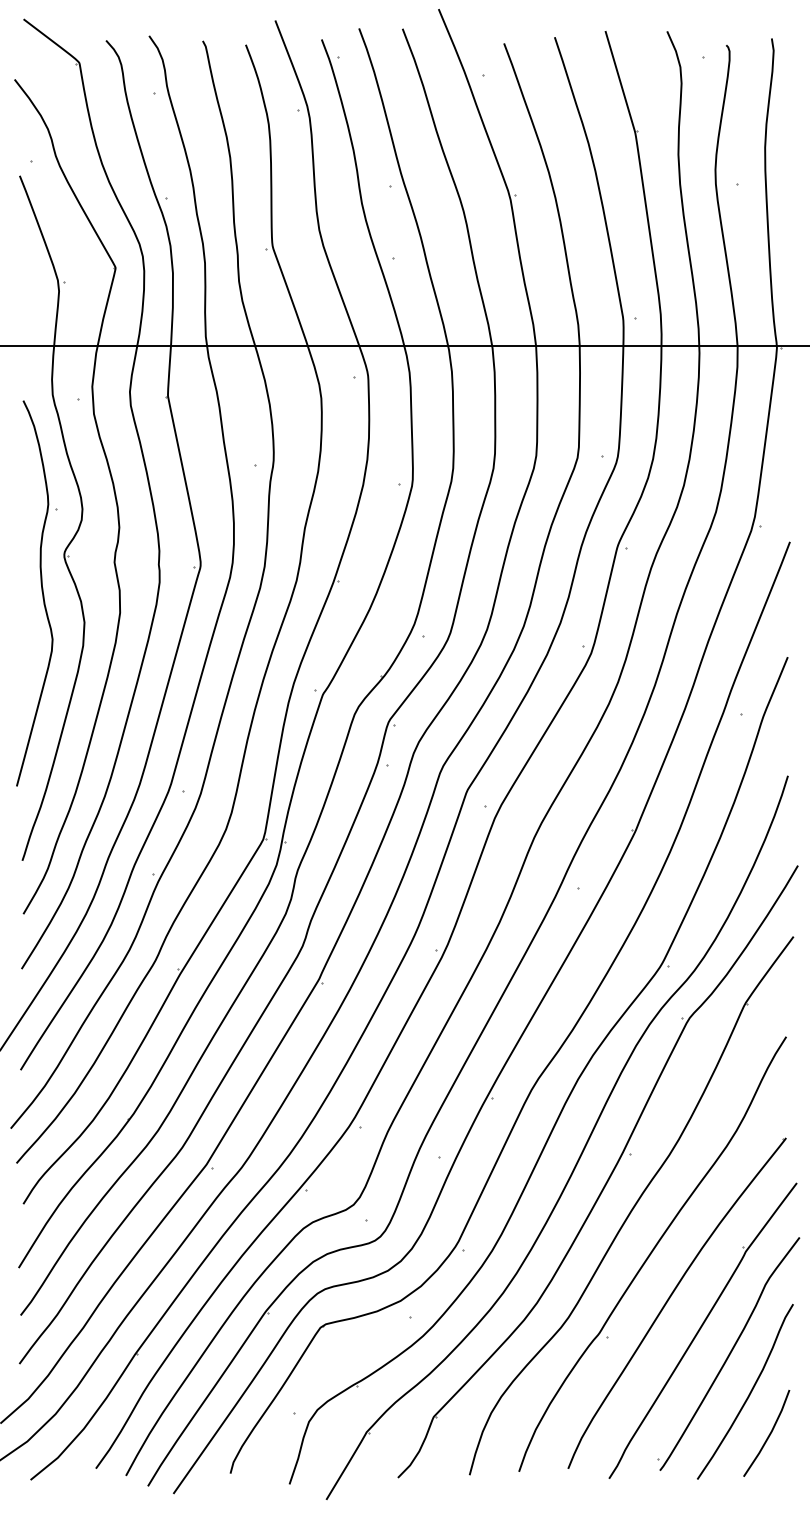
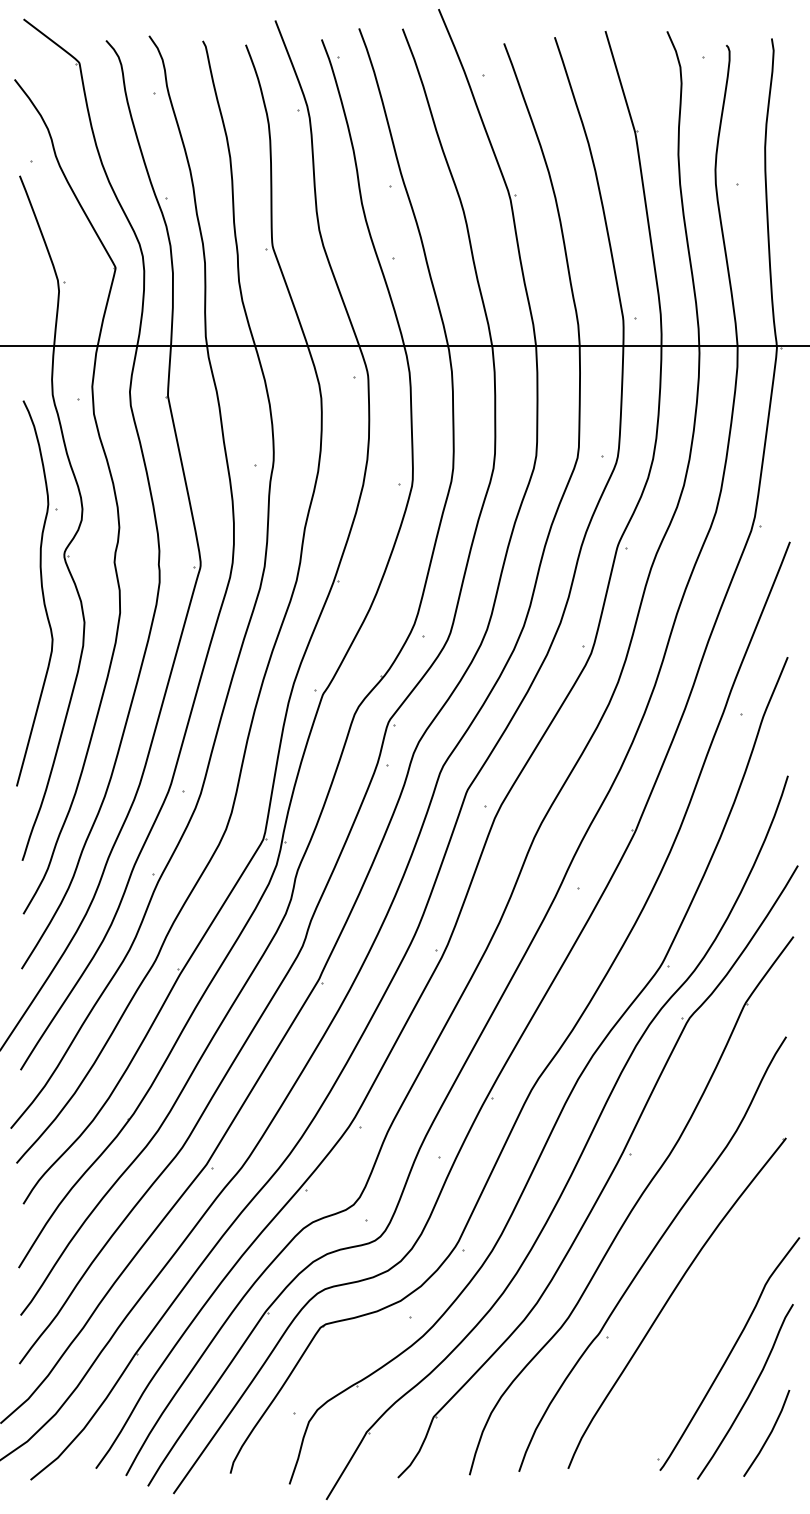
part at (702, 1330): present -> none
